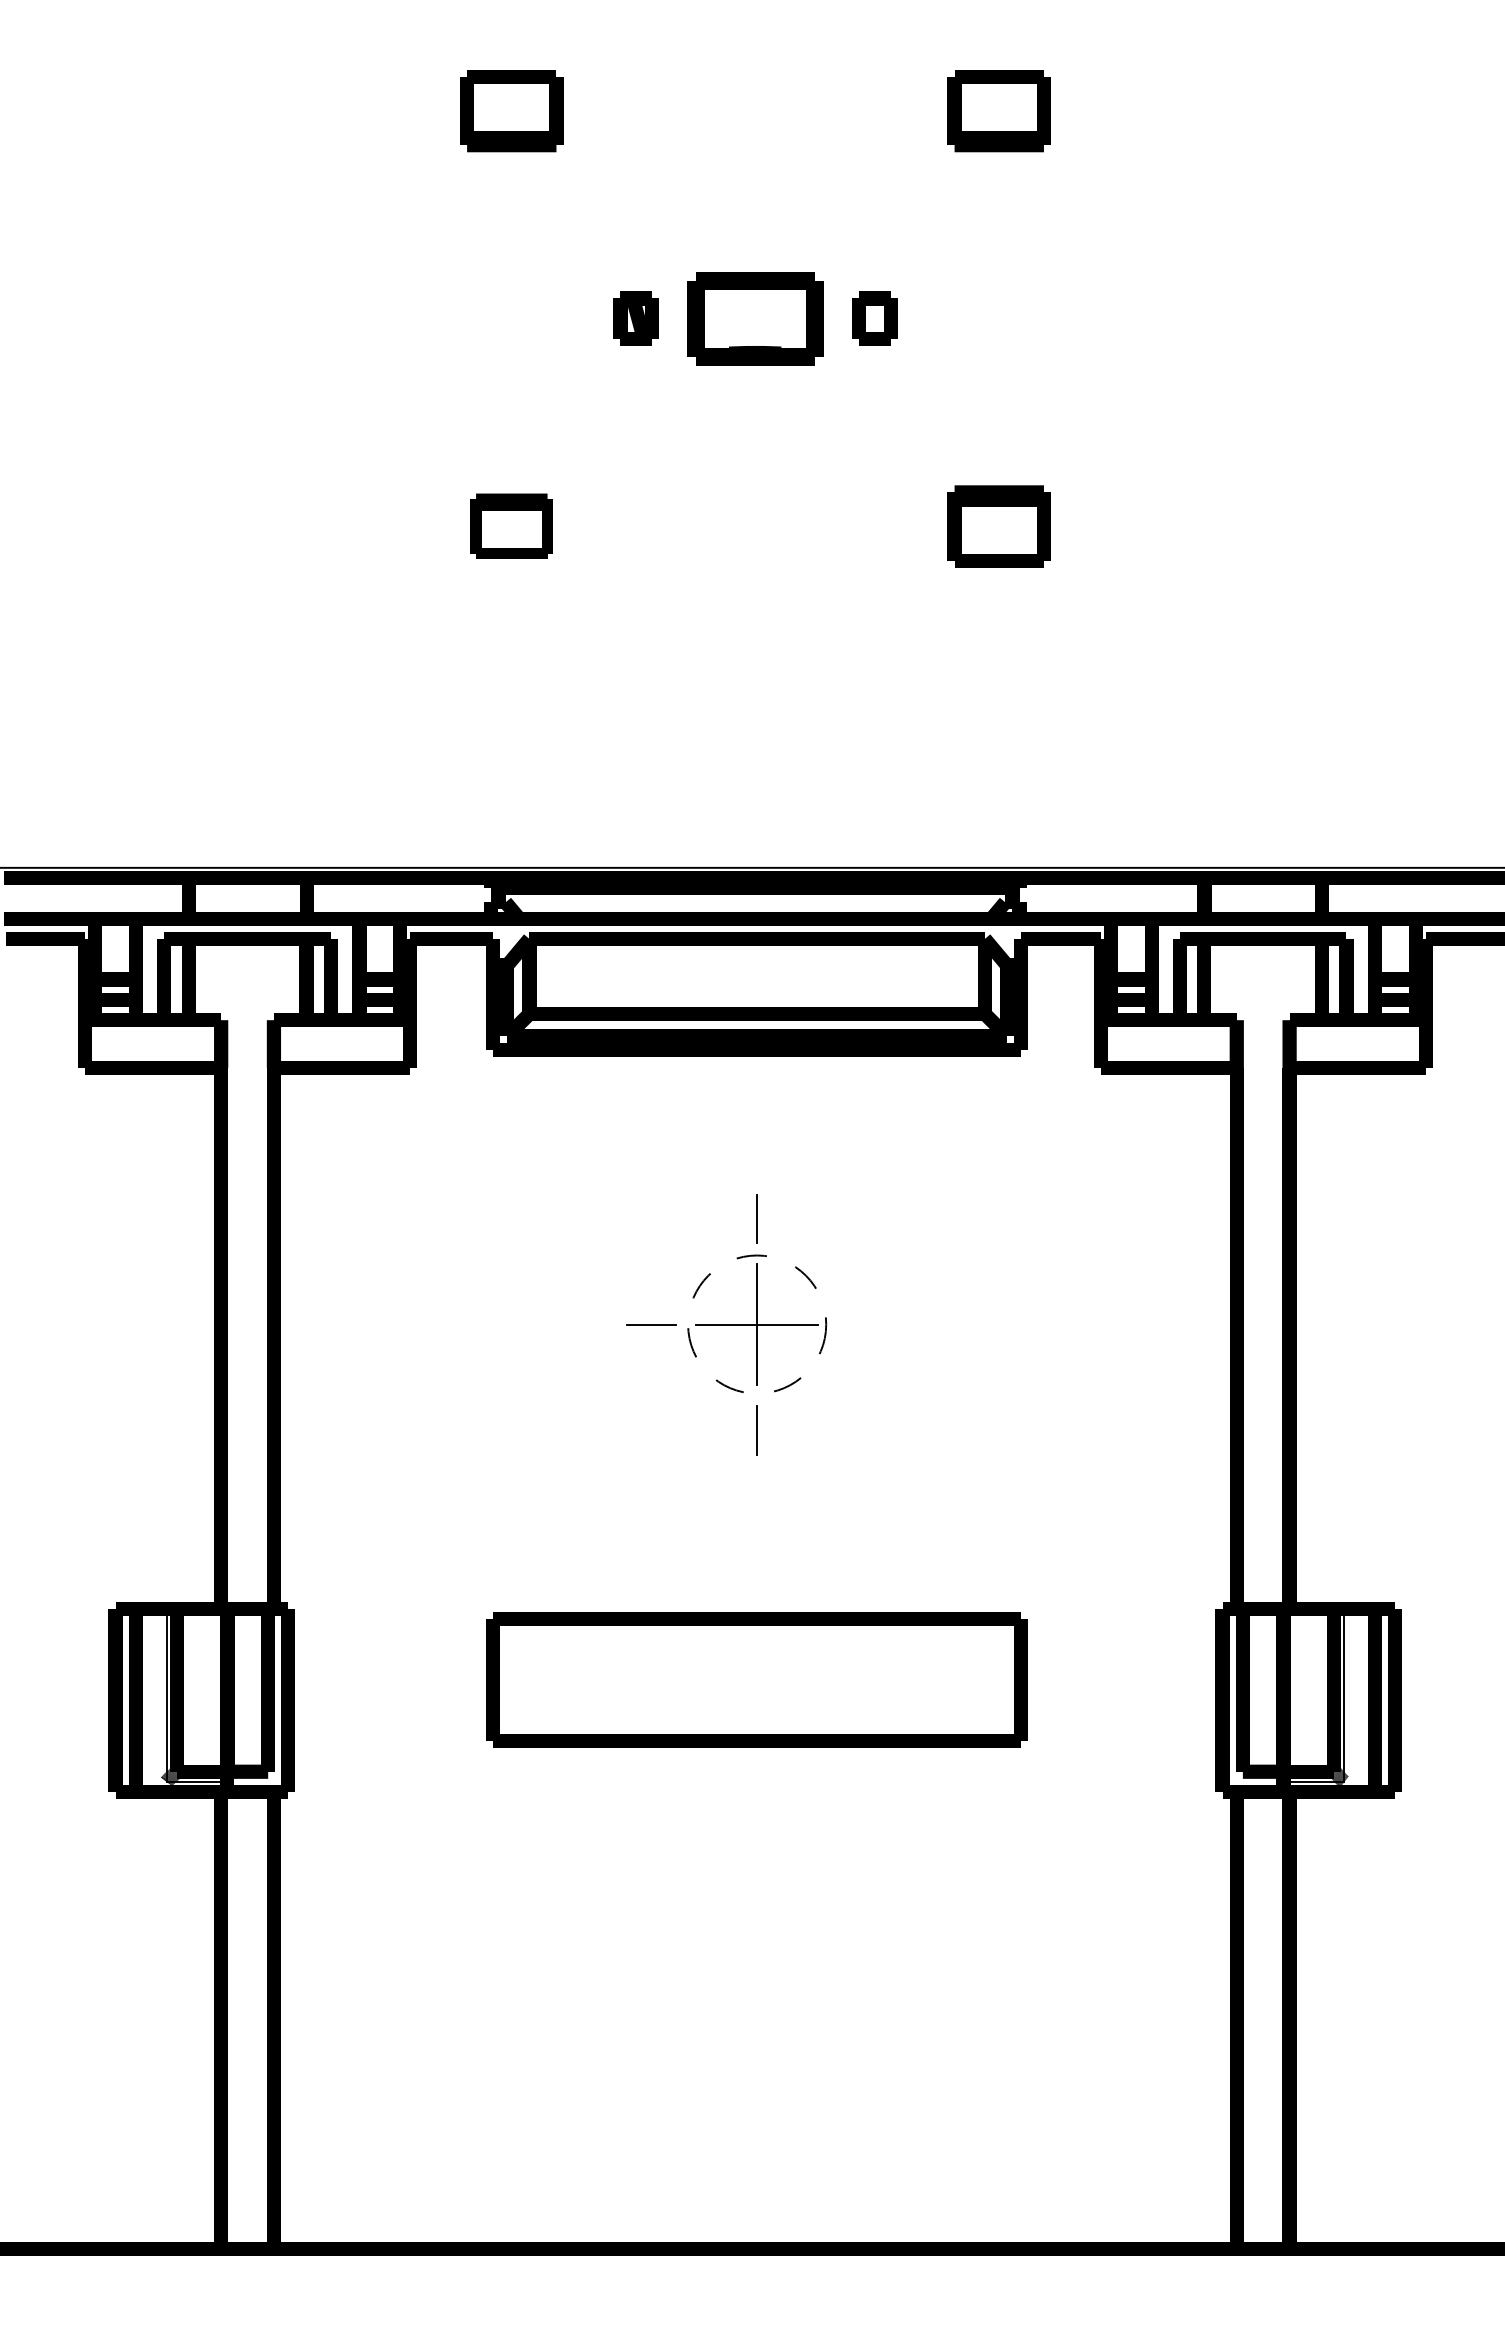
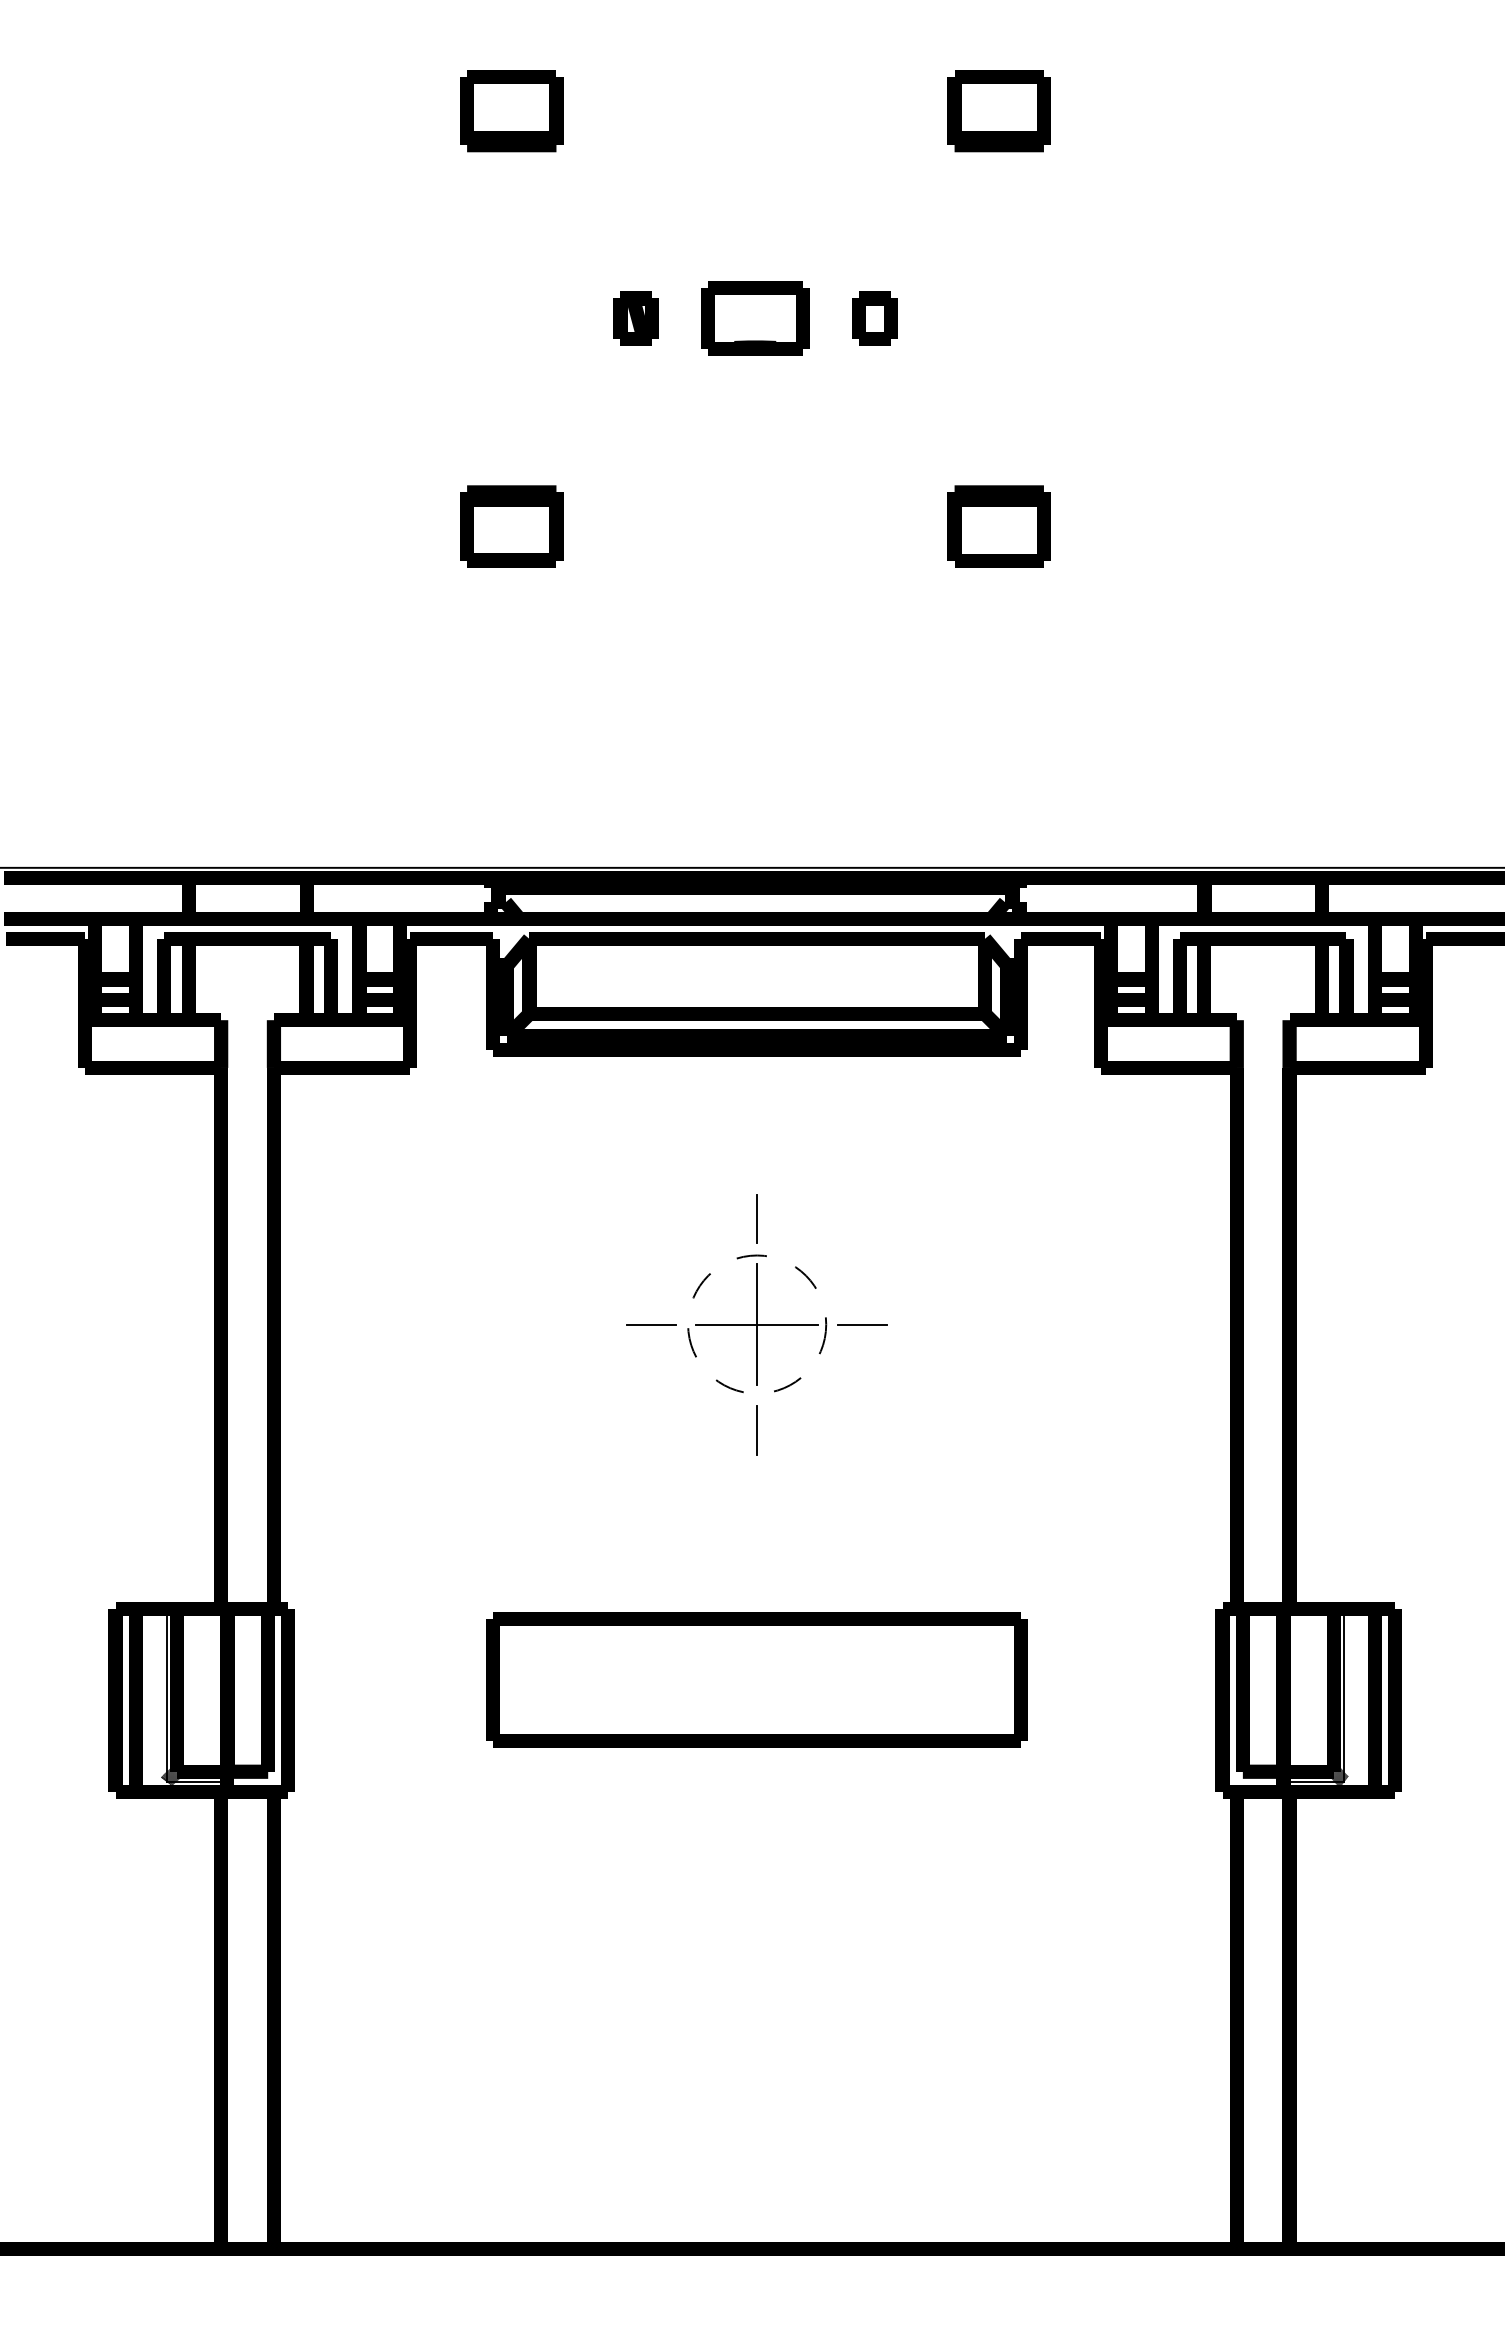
part at (755, 318) size: 137x94 px -> 109x75 px
part at (511, 525) size: 83x66 px -> 104x83 px
line at (862, 1324): none -> present
